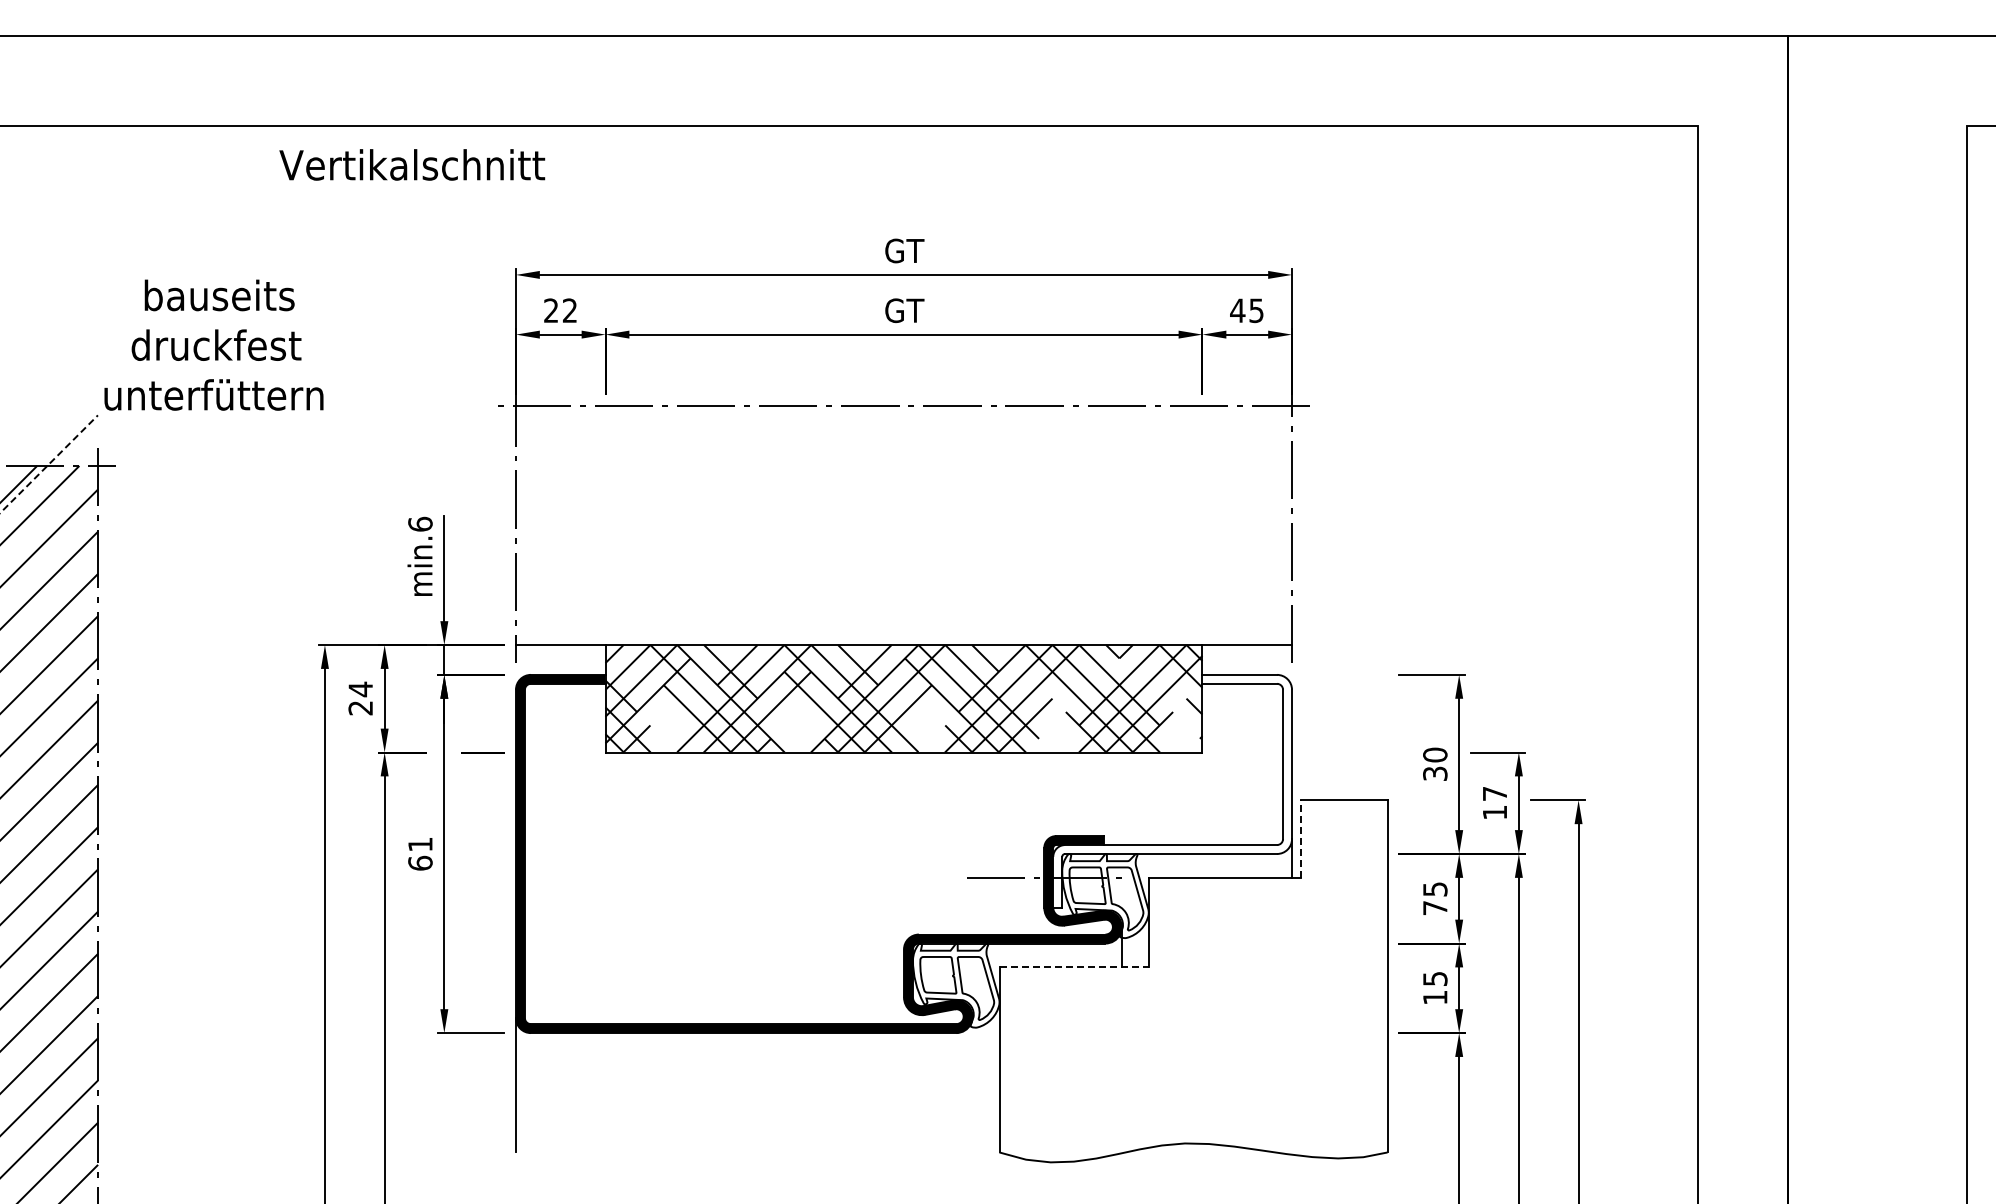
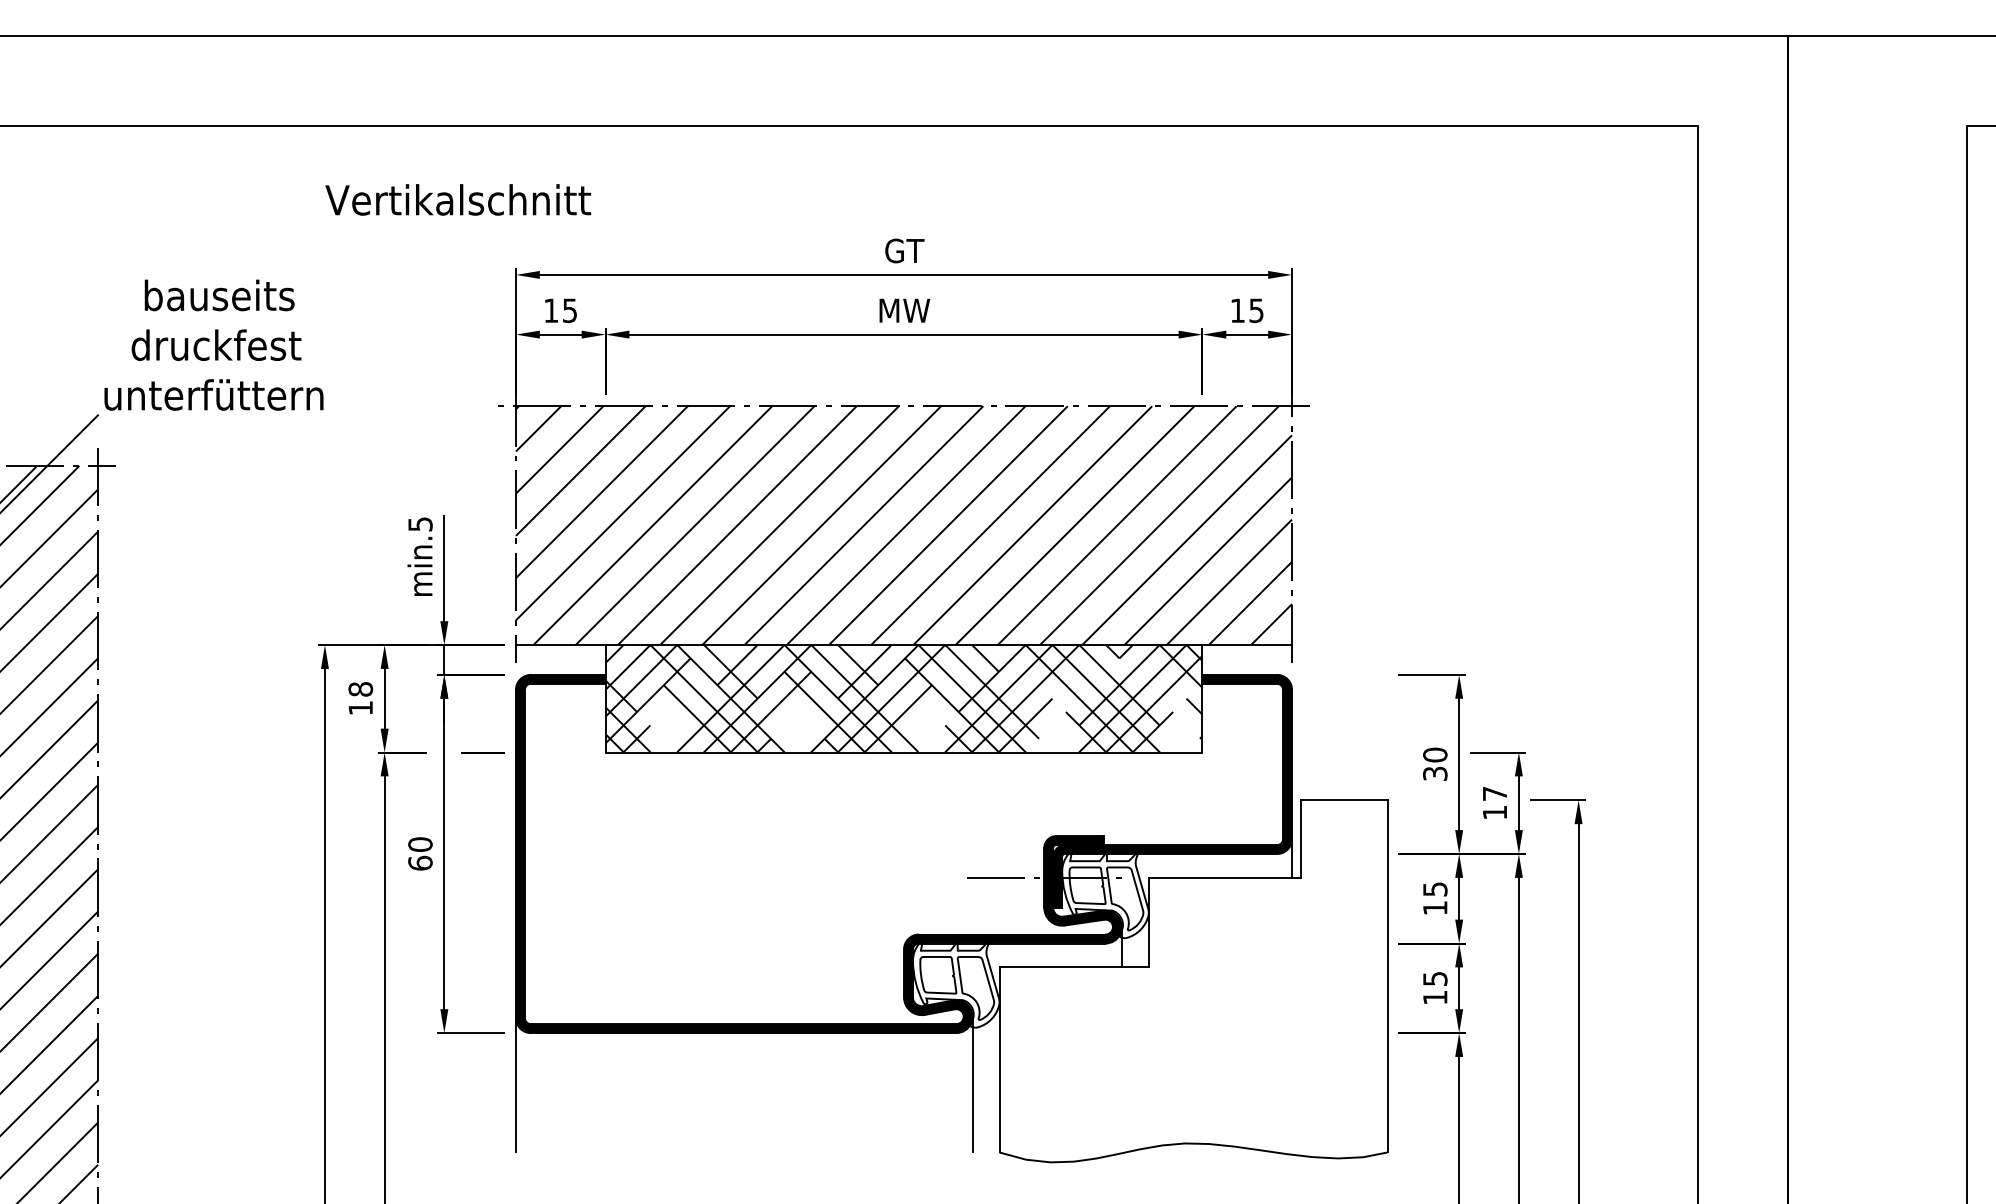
text at (412, 164) position: (412, 164) -> (458, 199)
text at (560, 310): 22 -> 15
text at (904, 310): GT -> MW
text at (1237, 310): 45 -> 15
line at (49, 464): dashed -> solid
text at (420, 523): min.6 -> min.5
hatch at (903, 525): none -> present
text at (360, 698): 24 -> 18
fill at (1172, 790): none -> present
line at (1300, 839): dashed -> solid
text at (420, 844): 61 -> 60
text at (1435, 907): 75 -> 15
line at (1074, 967): dashed -> solid
line at (972, 1084): none -> present
